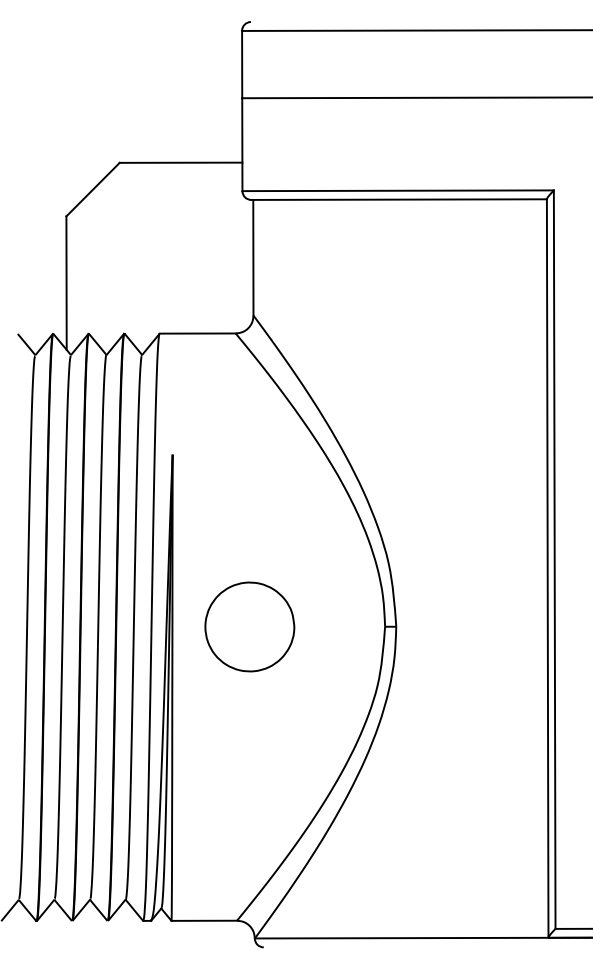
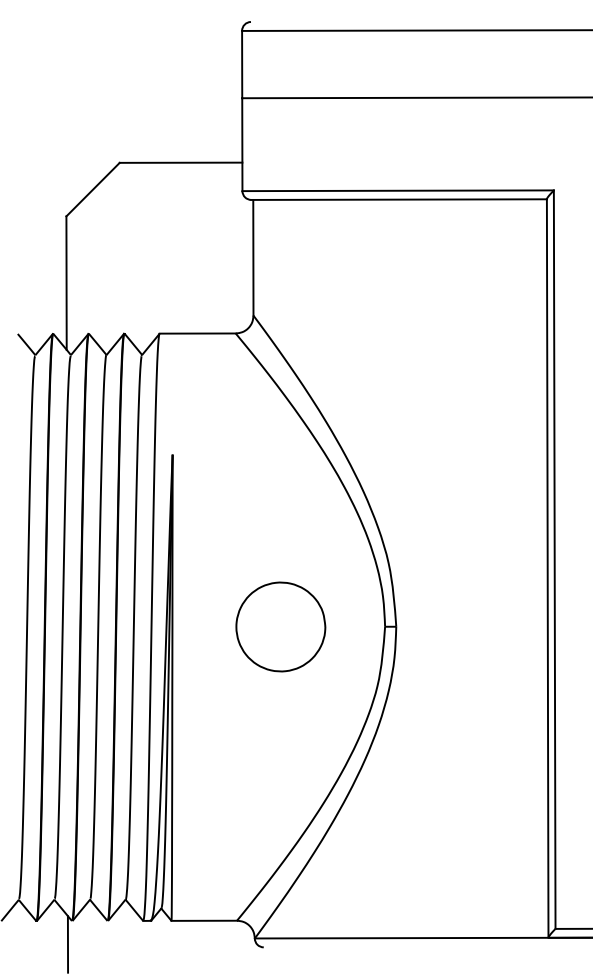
part at (249, 626) position: (249, 626) -> (280, 626)
line at (67, 943): none -> present
